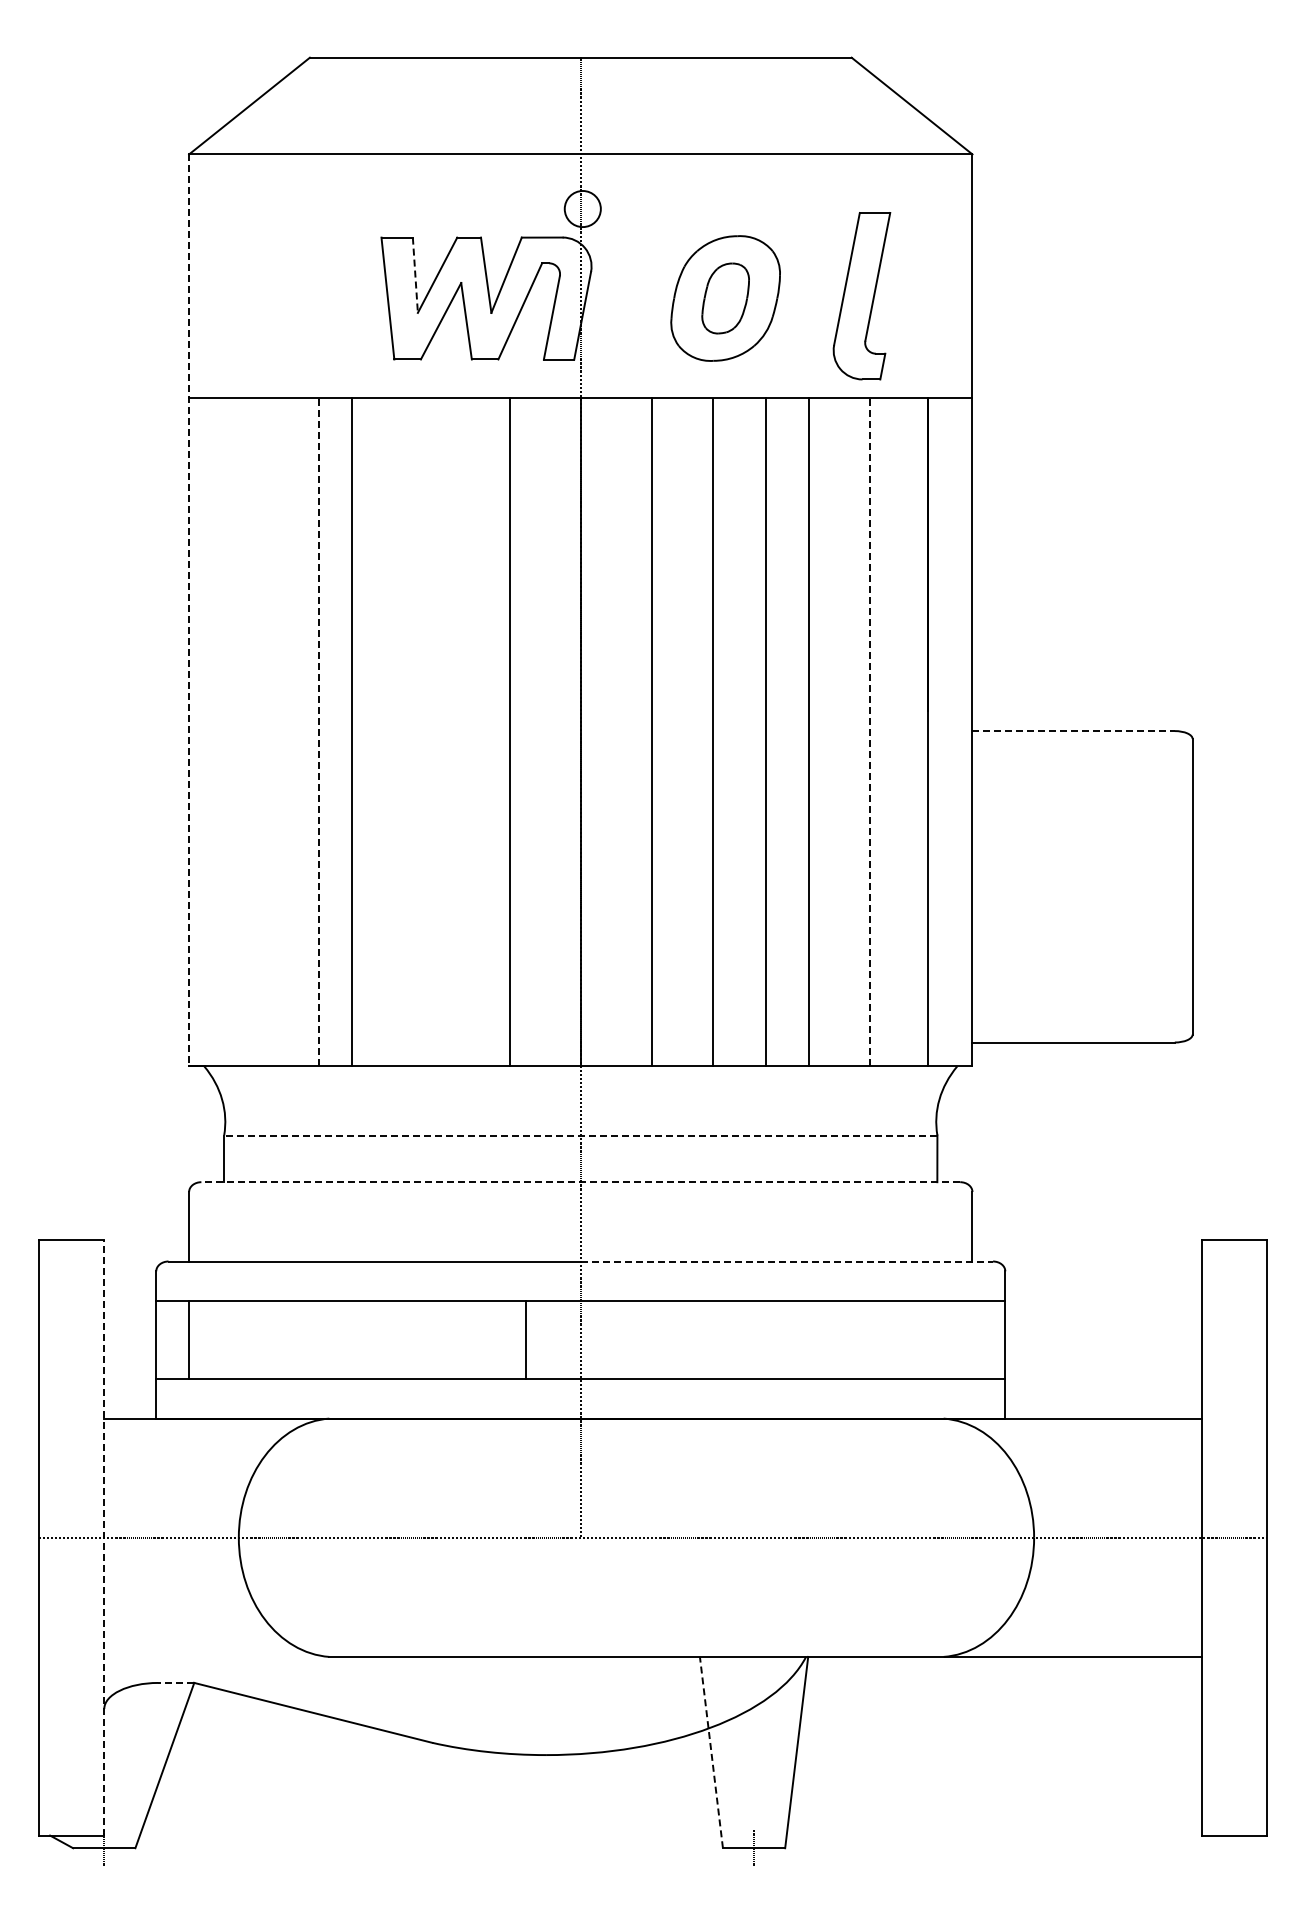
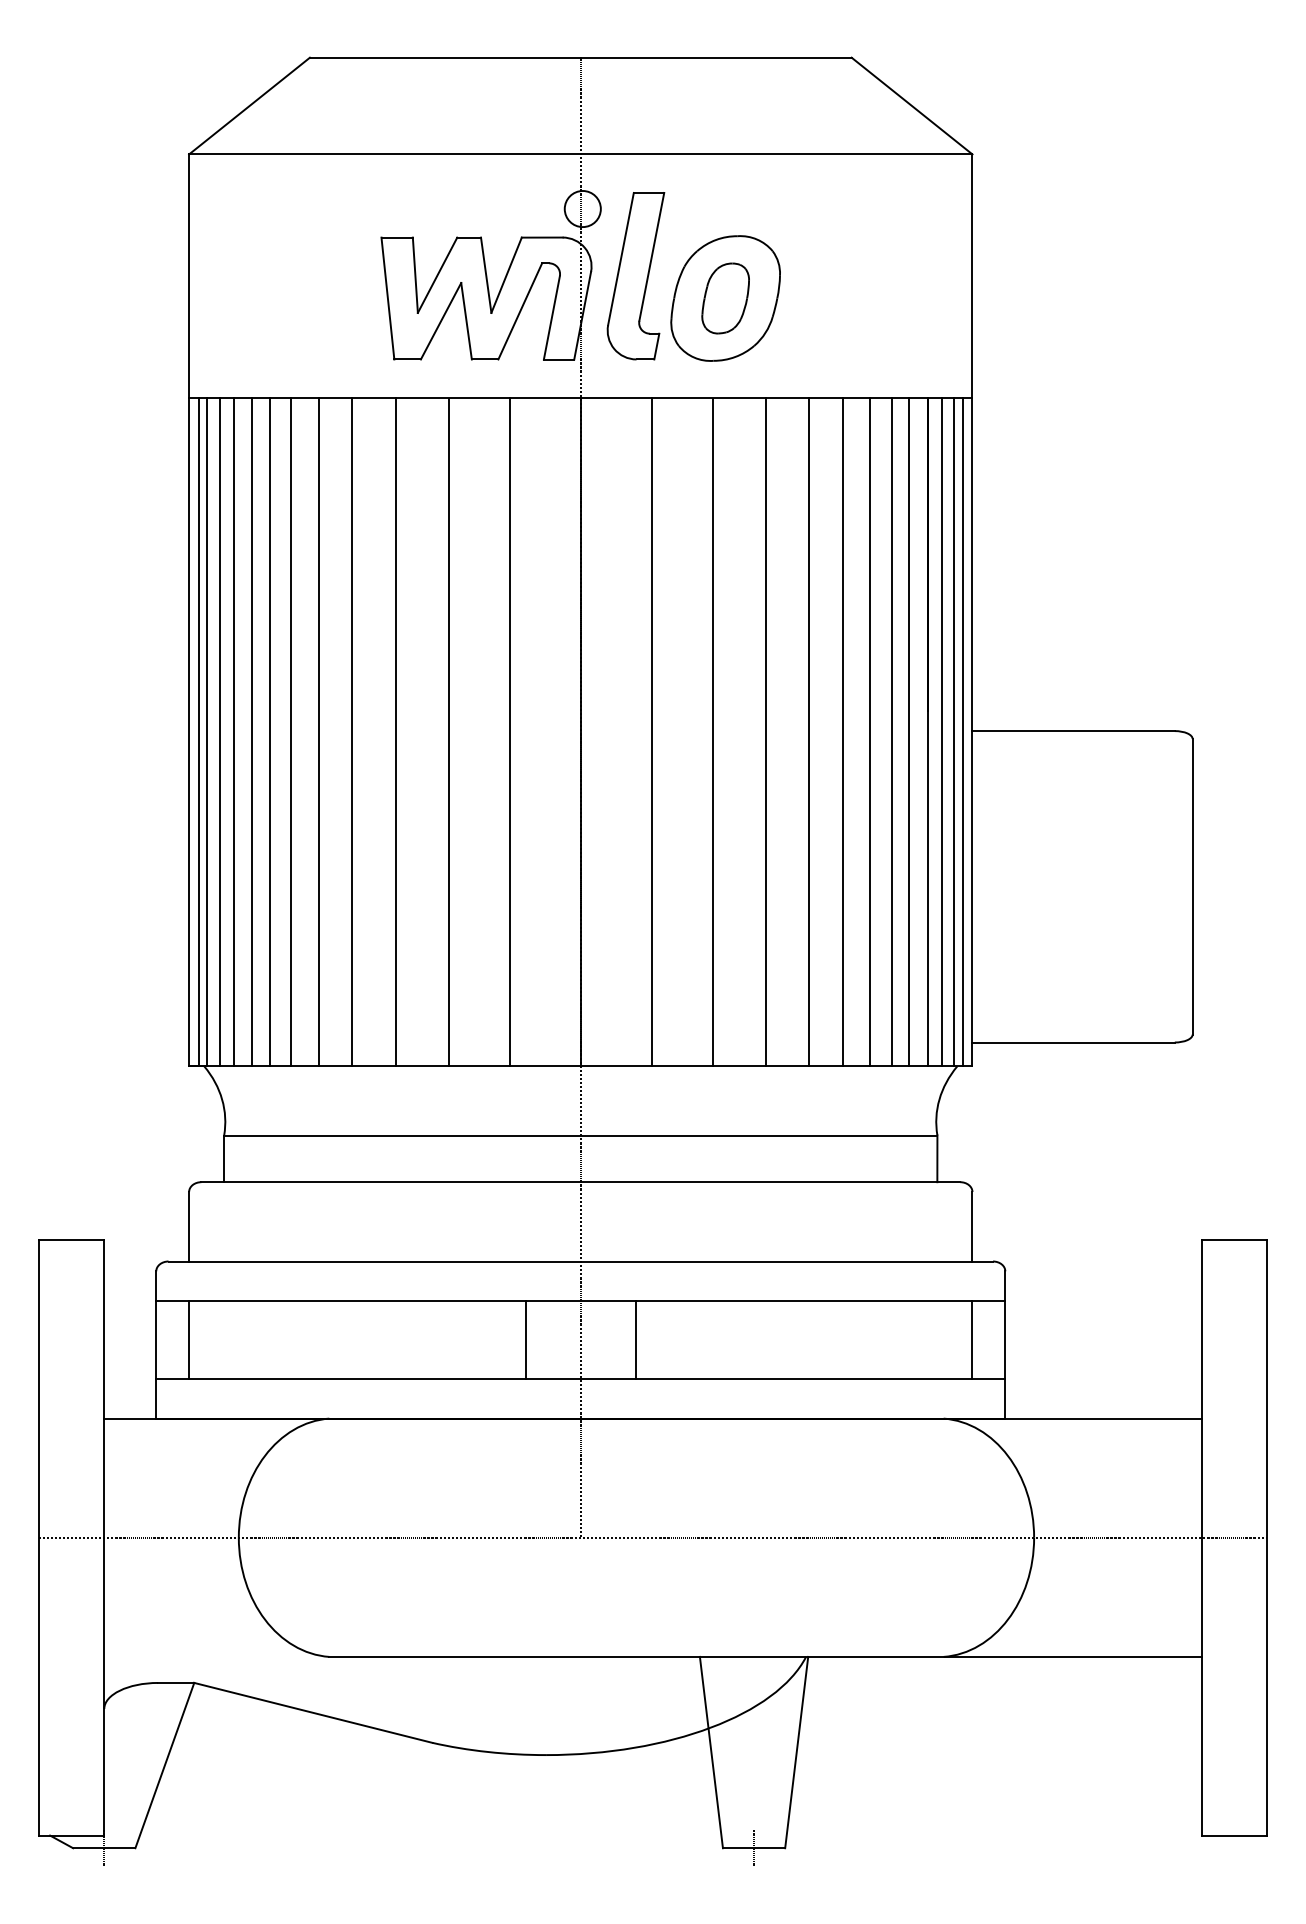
line at (415, 275): dashed -> solid
part at (861, 296) position: (861, 296) -> (635, 276)
line at (189, 610): dashed -> solid
line at (199, 731): none -> present
line at (207, 731): none -> present
line at (219, 731): none -> present
line at (233, 731): none -> present
line at (252, 731): none -> present
line at (269, 731): none -> present
line at (291, 731): none -> present
line at (318, 731): dashed -> solid
line at (395, 731): none -> present
line at (842, 731): none -> present
line at (870, 731): dashed -> solid
line at (891, 731): none -> present
line at (909, 731): none -> present
line at (941, 731): none -> present
line at (954, 731): none -> present
line at (962, 731): none -> present
line at (1074, 731): dashed -> solid
line at (449, 732): none -> present
line at (580, 1135): dashed -> solid
line at (580, 1182): dashed -> solid
line at (787, 1261): dashed -> solid
line at (635, 1339): none -> present
line at (972, 1339): none -> present
line at (104, 1537): dashed -> solid
line at (175, 1682): dashed -> solid
line at (711, 1752): dashed -> solid
